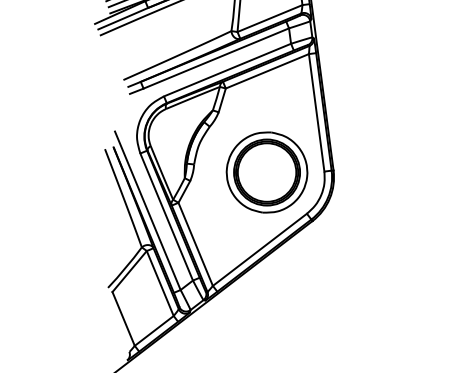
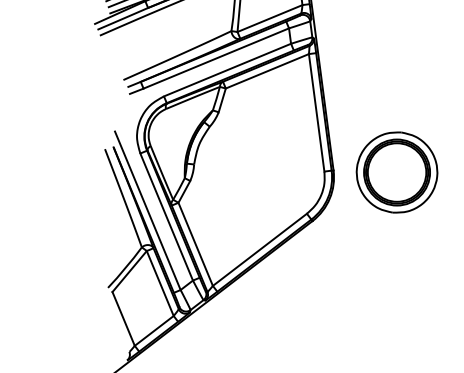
part at (266, 172) position: (266, 172) -> (396, 172)
